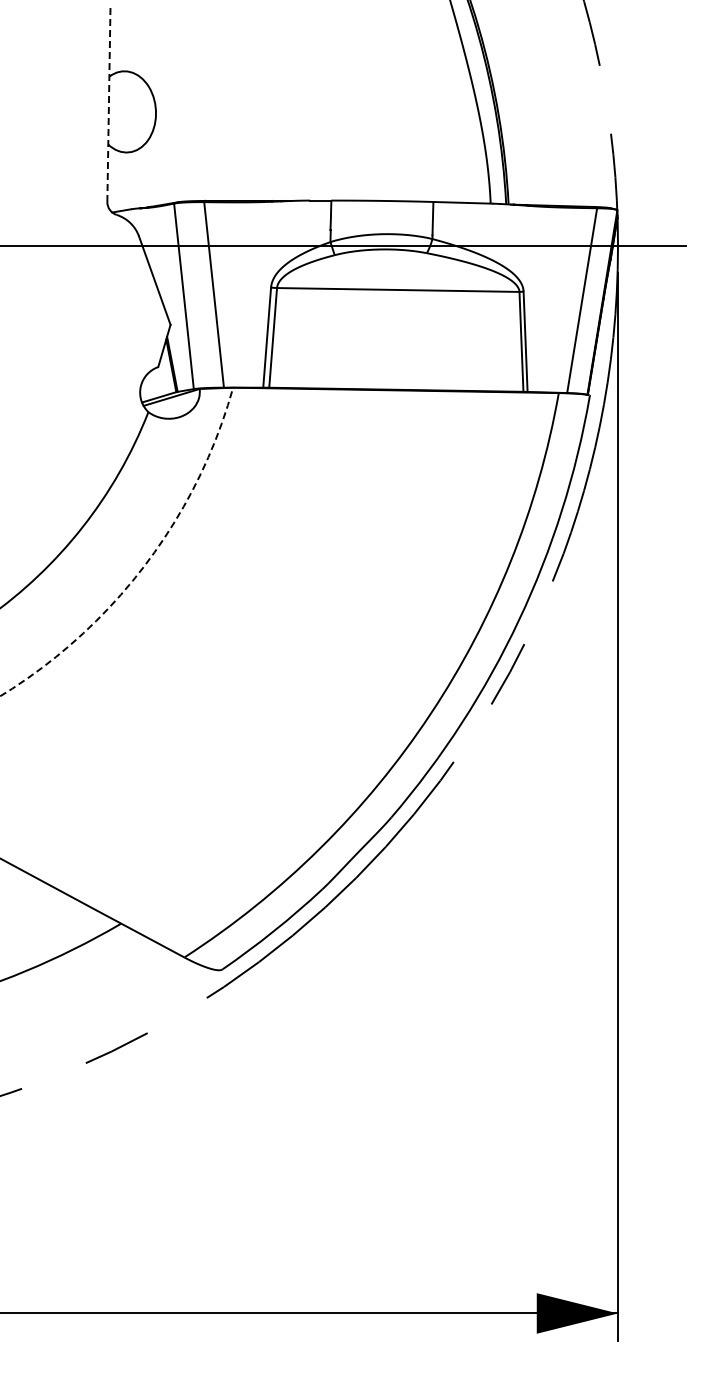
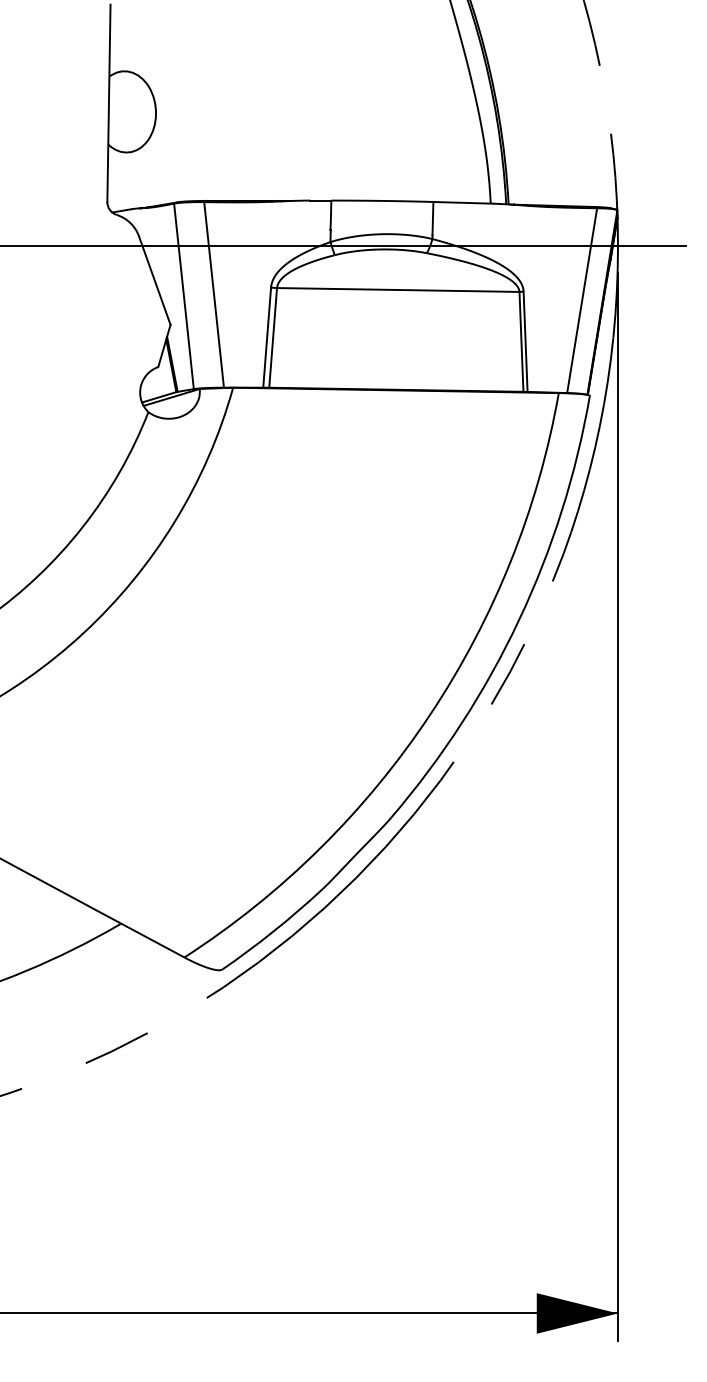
line at (108, 103): dashed -> solid
arc at (145, 564): dashed -> solid
